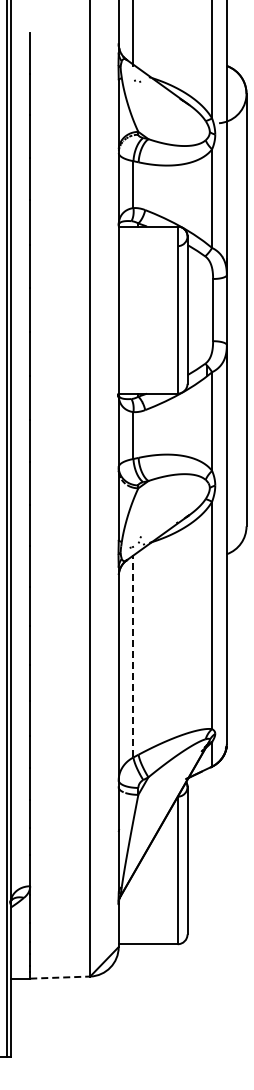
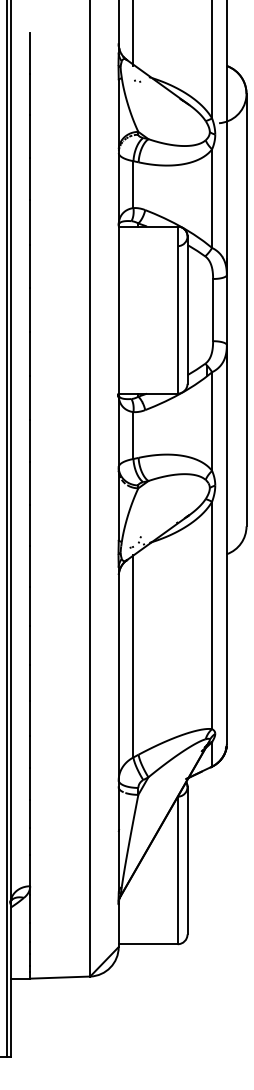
line at (133, 656): dashed -> solid
line at (60, 977): dashed -> solid
